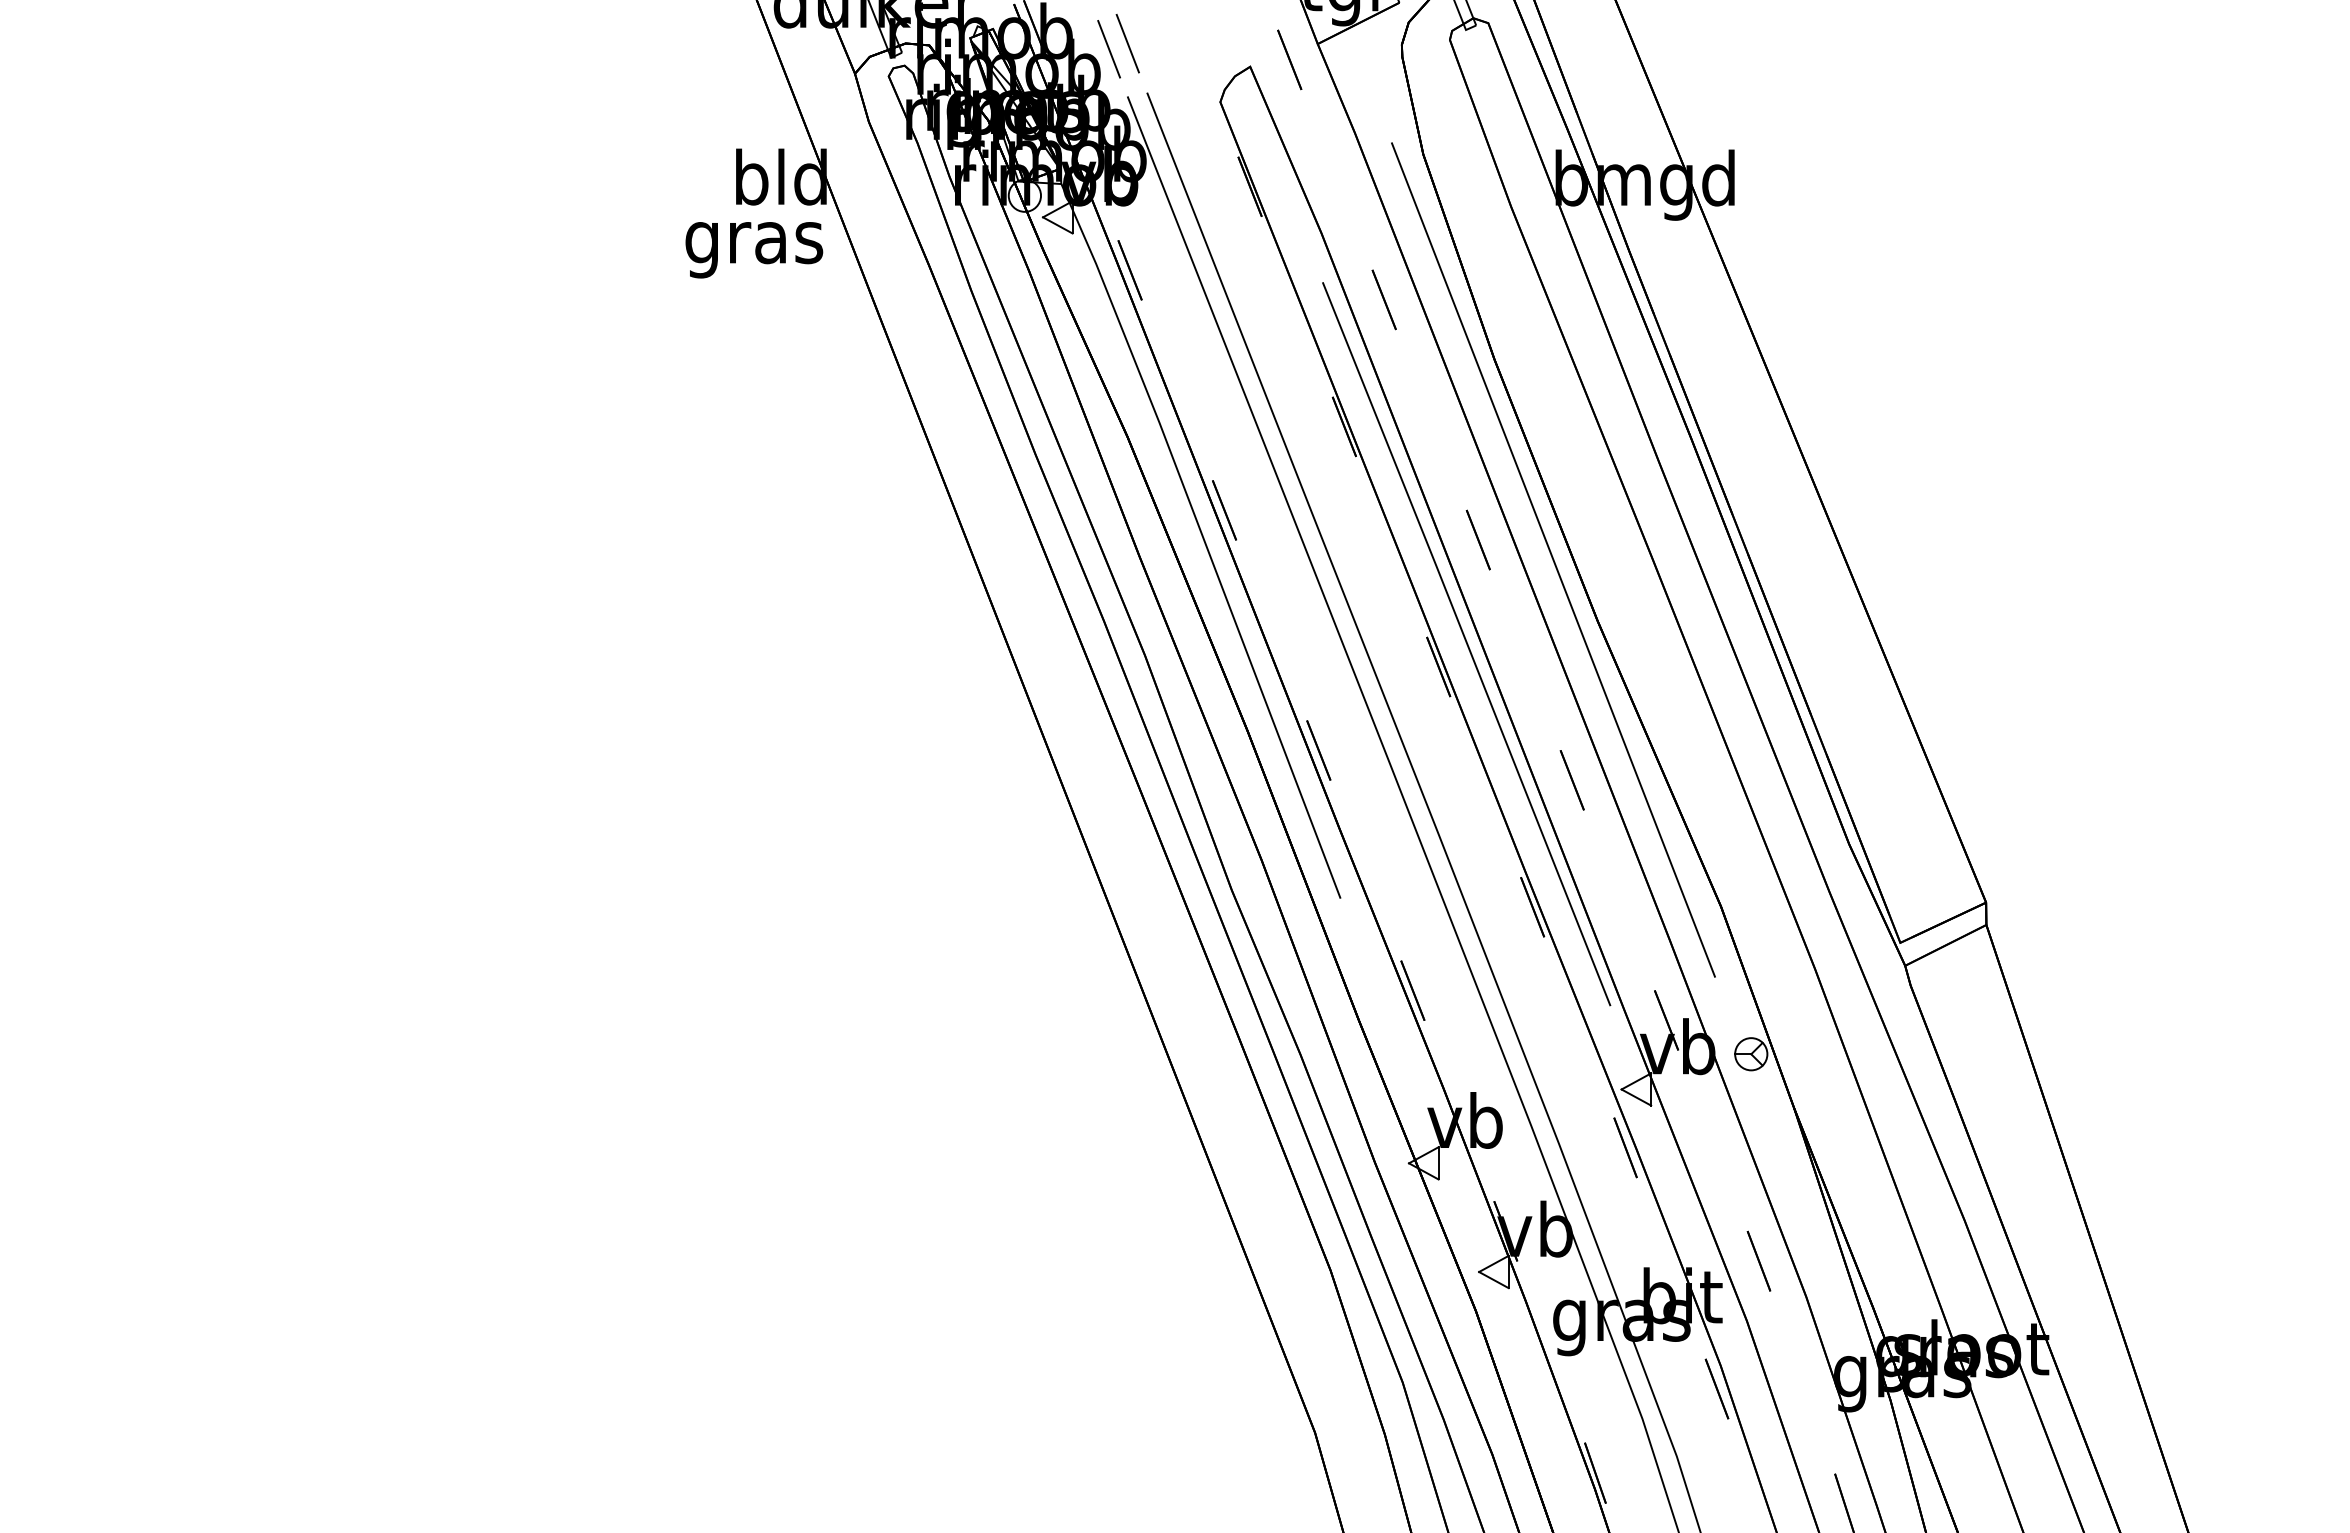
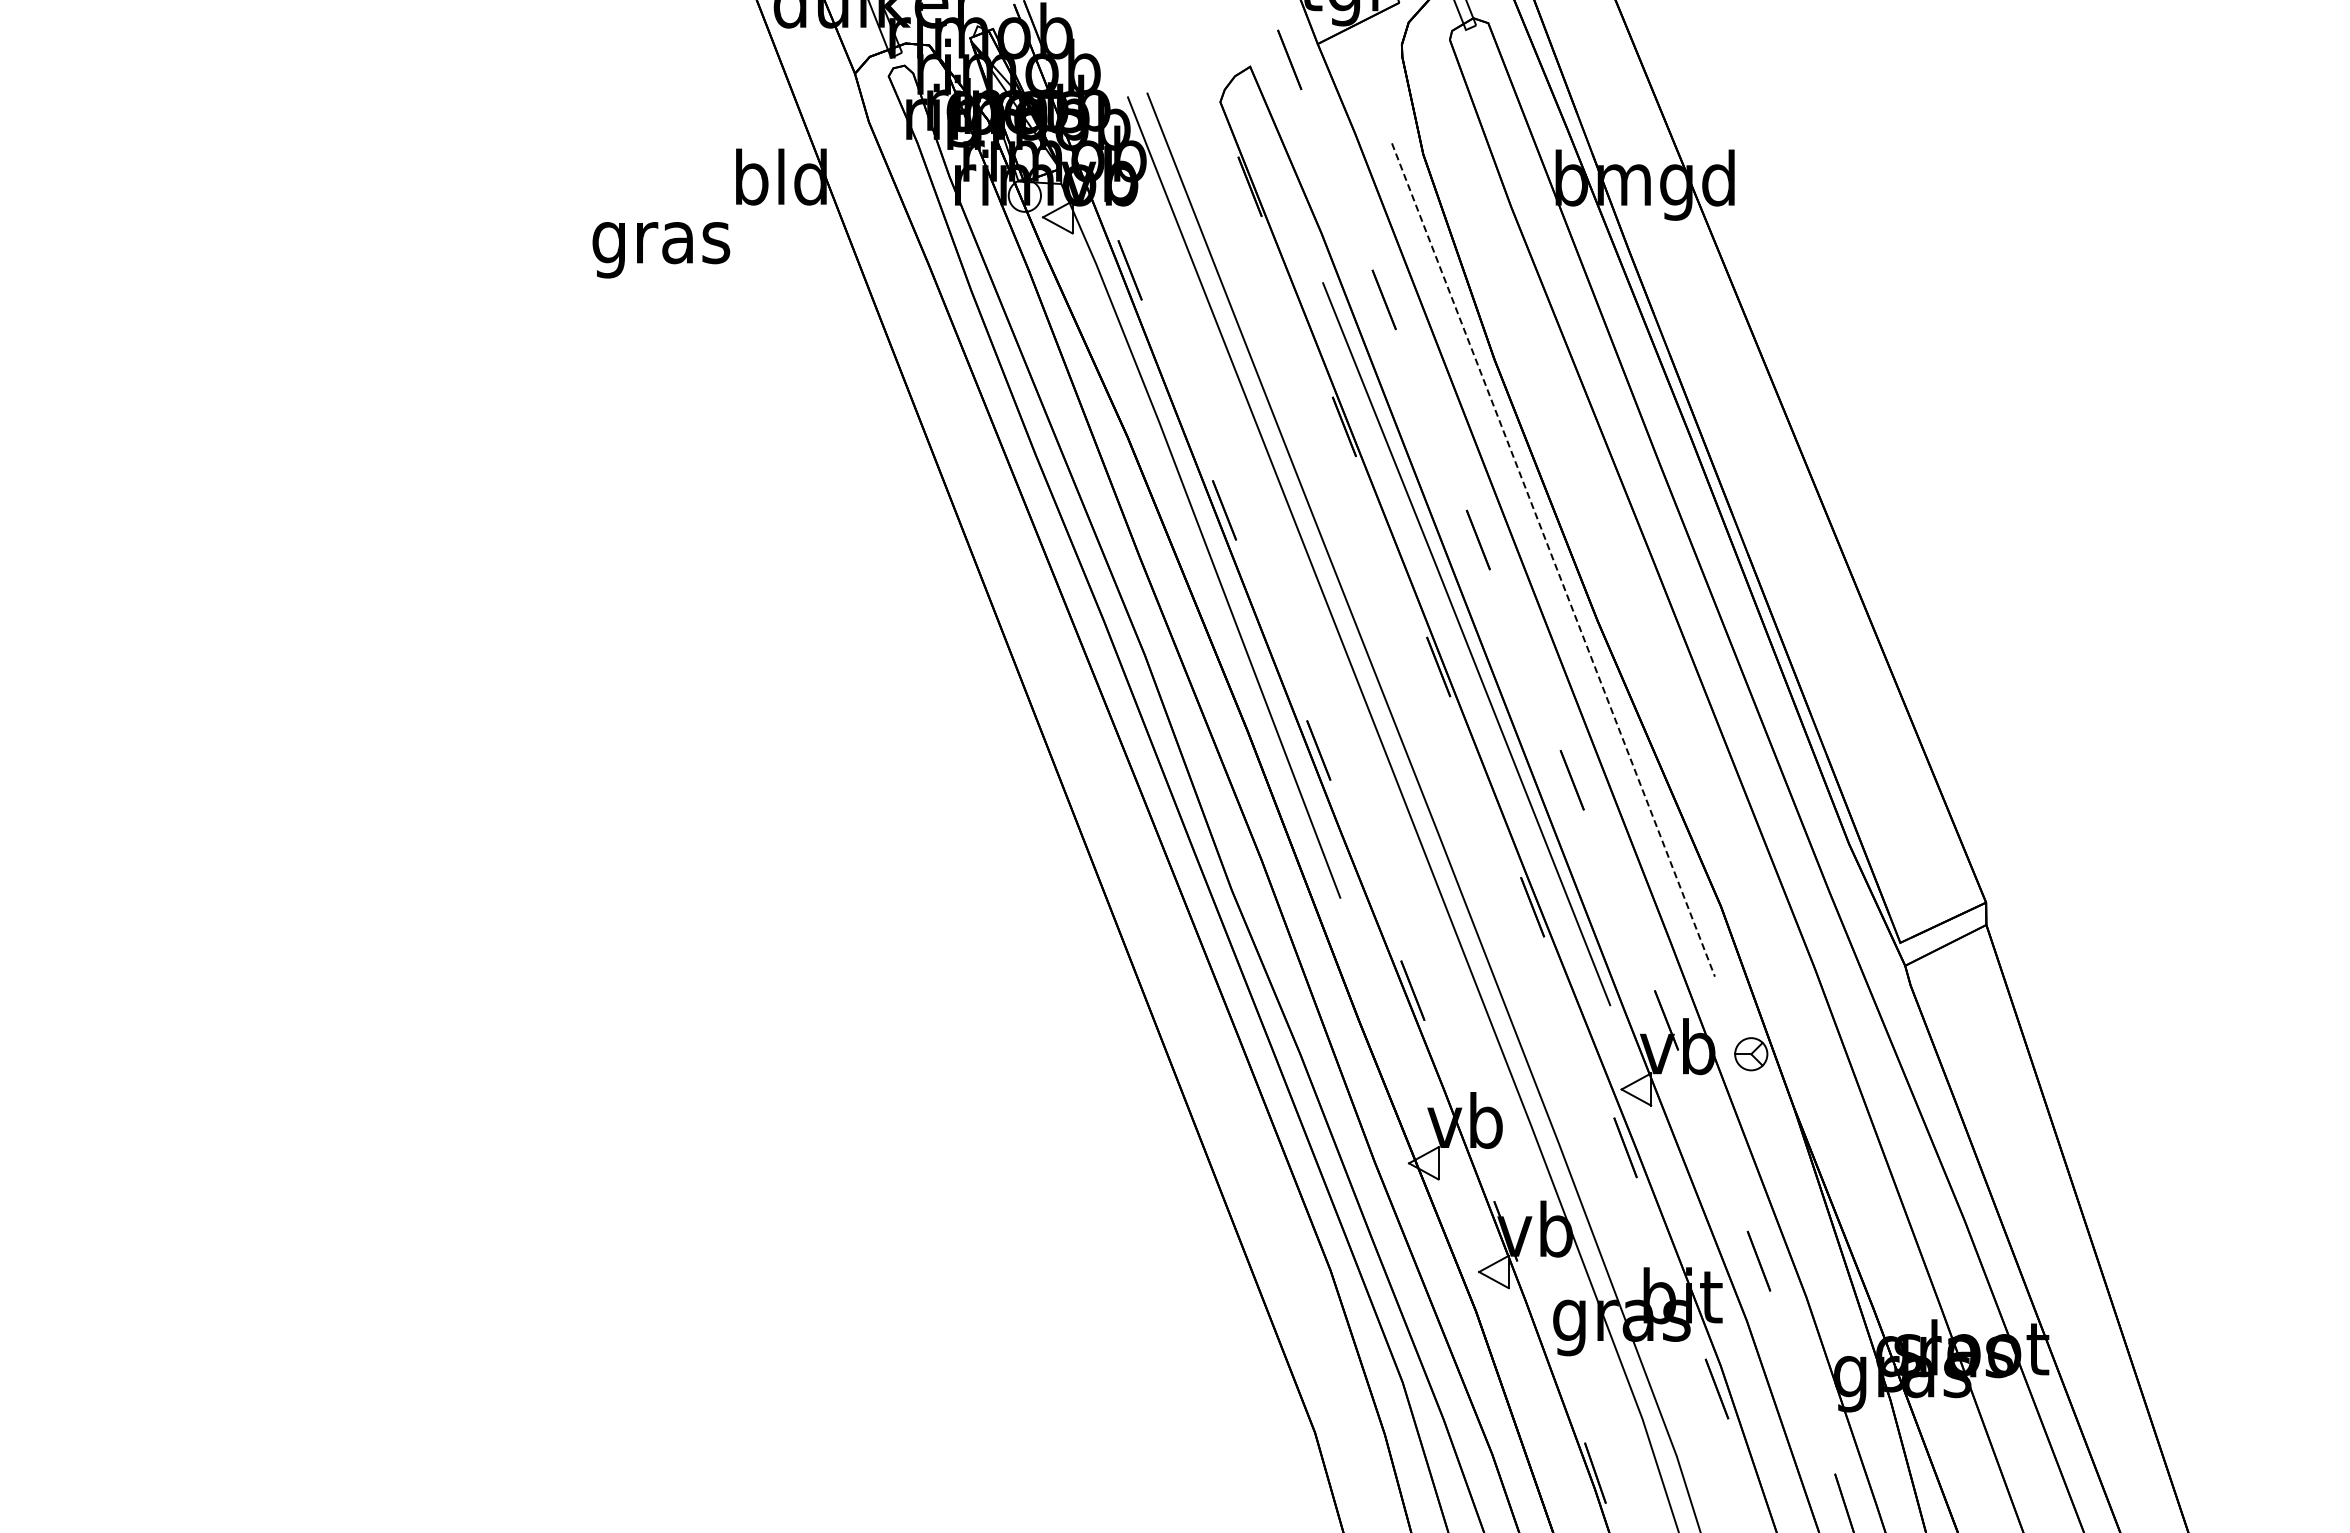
line at (1127, 43): present -> none
line at (1108, 49): present -> none
text at (754, 250) position: (754, 250) -> (661, 250)
line at (1553, 560): solid -> dashed
